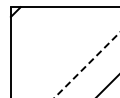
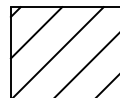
line at (36, 32): none -> present
line at (59, 50): none -> present
line at (87, 65): dashed -> solid
